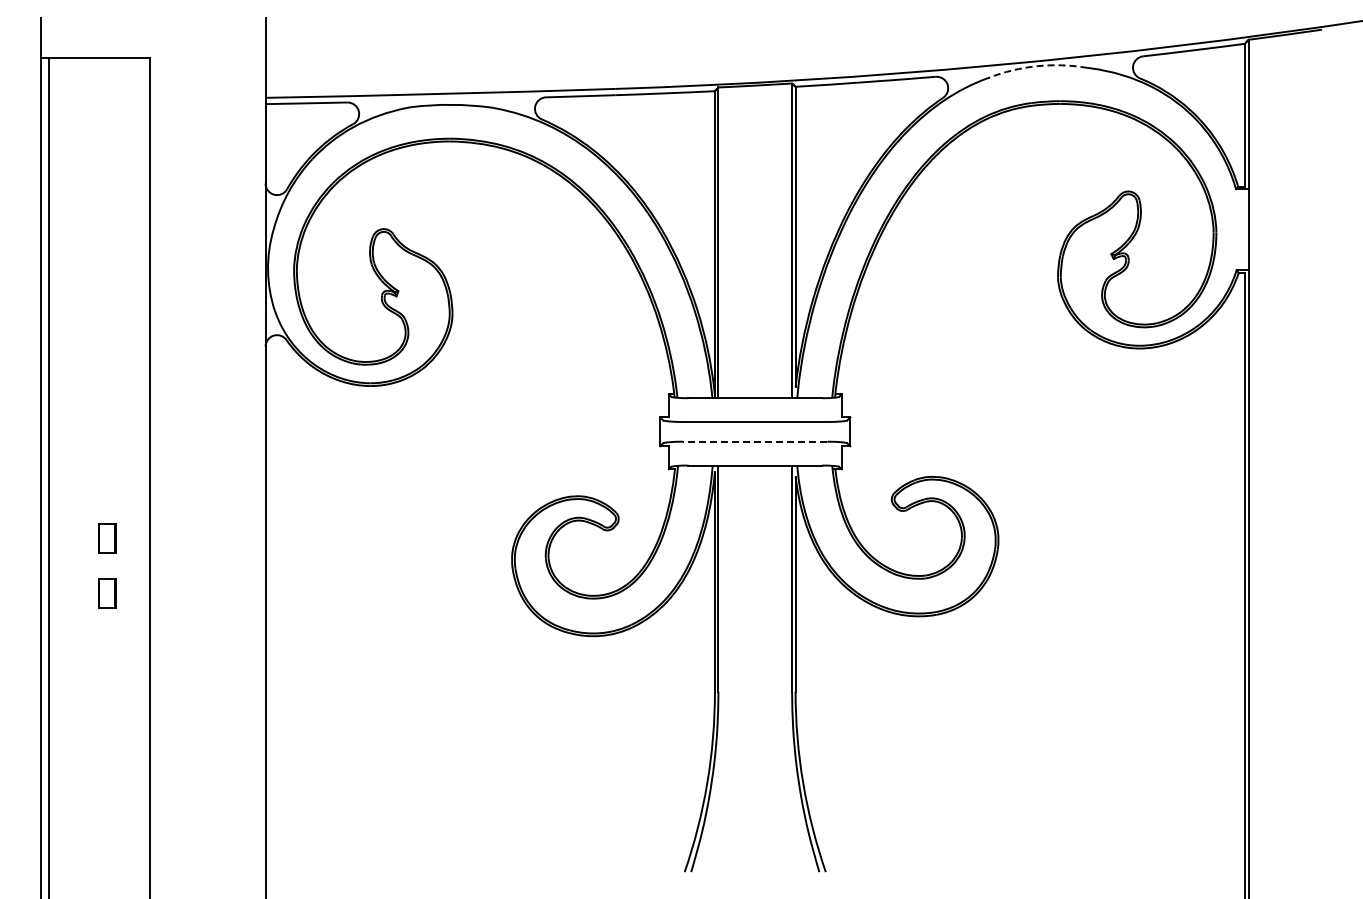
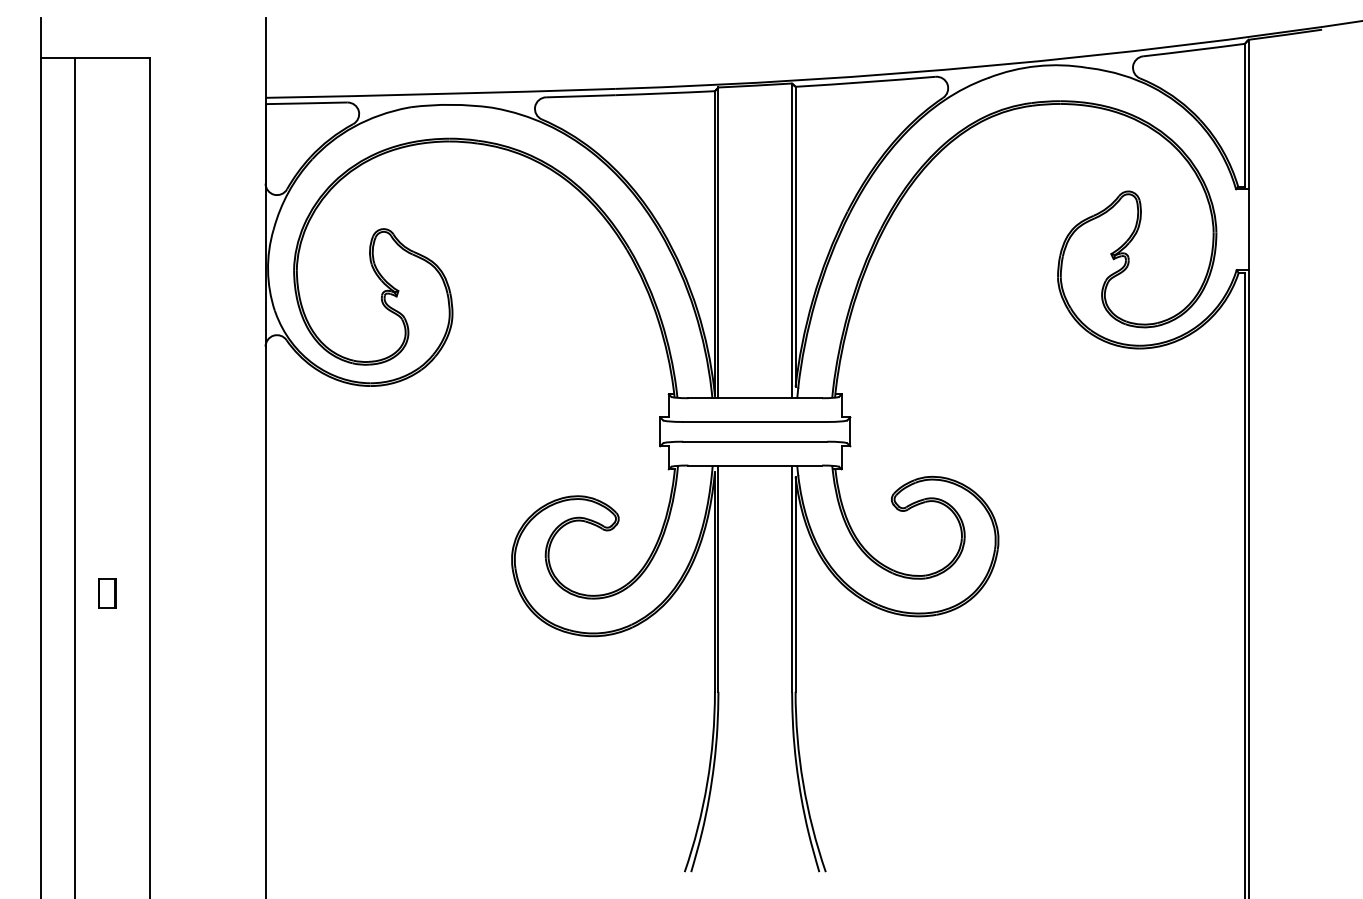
arc at (1037, 66): dashed -> solid
line at (754, 441): dashed -> solid
line at (49, 476) position: (49, 476) -> (75, 476)
part at (107, 538): present -> none
